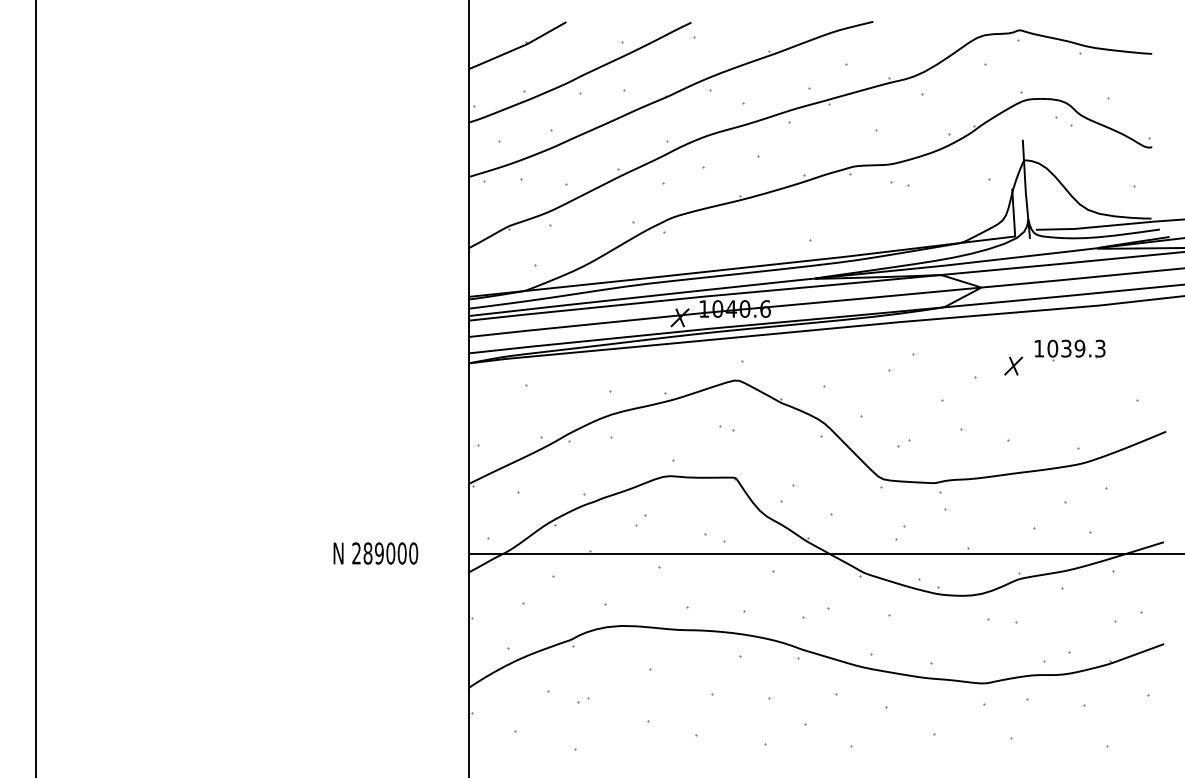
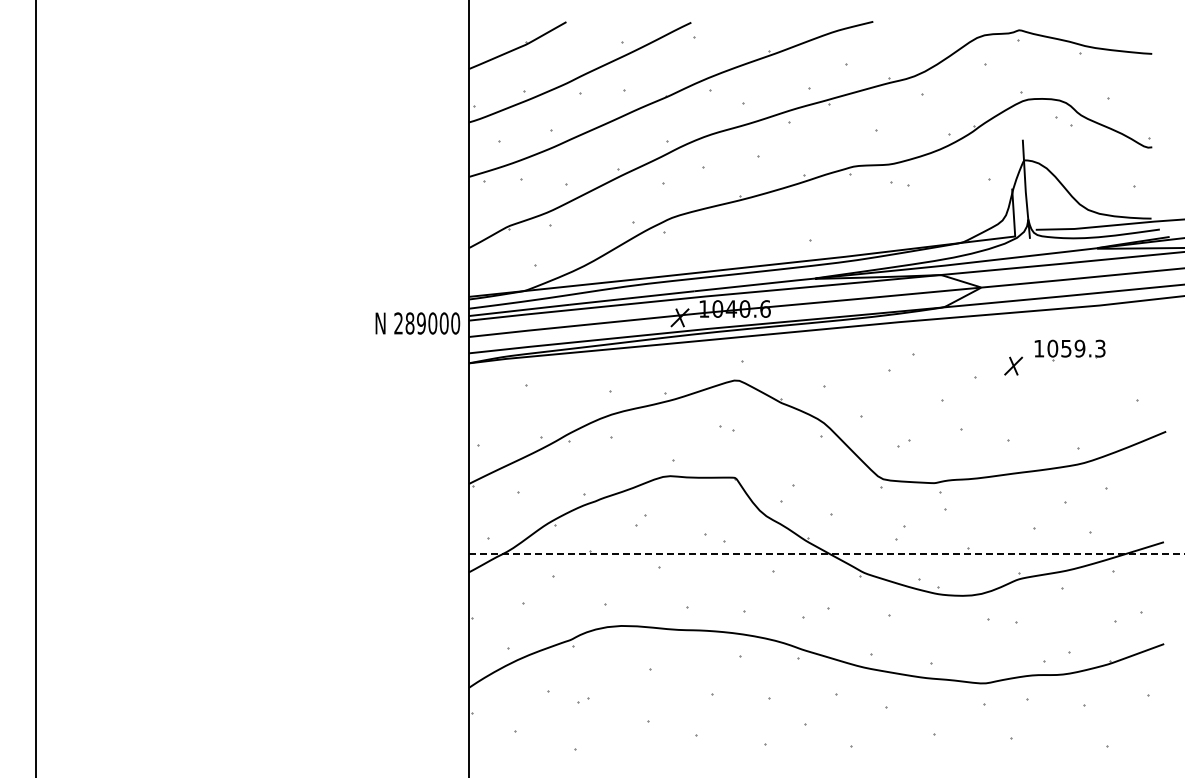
text at (1066, 347): 1039.3 -> 1059.3
text at (375, 553) position: (375, 553) -> (417, 323)
line at (826, 553): solid -> dashed
